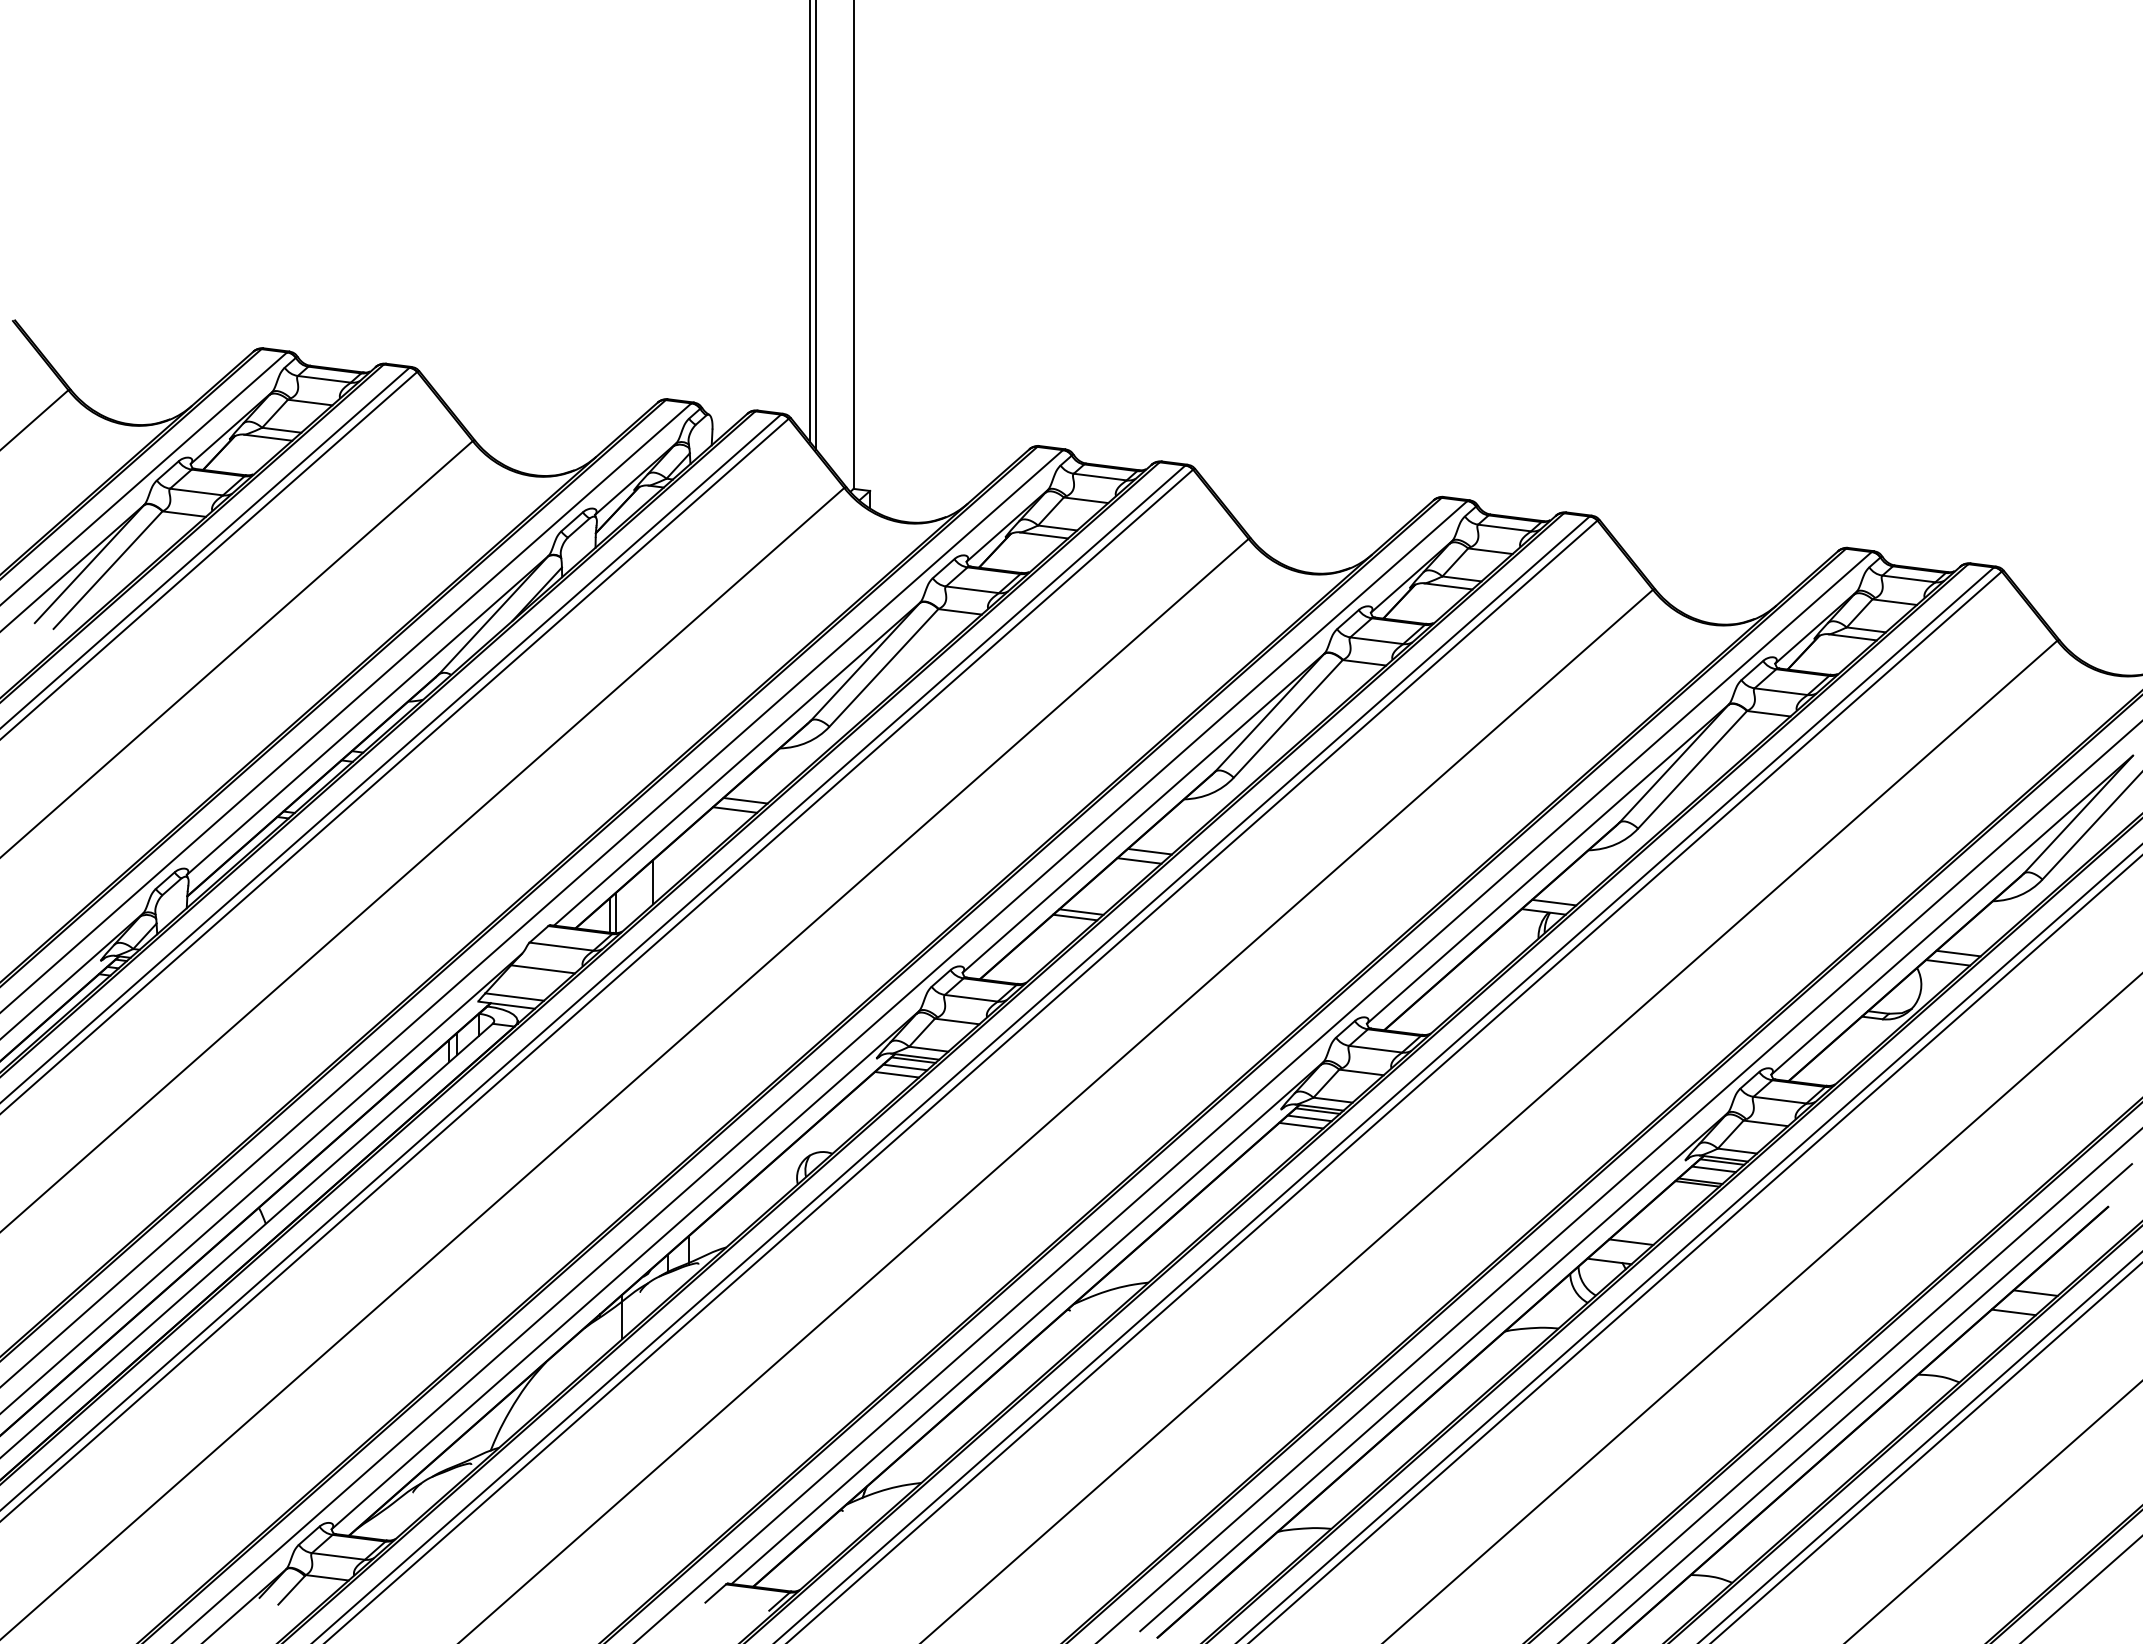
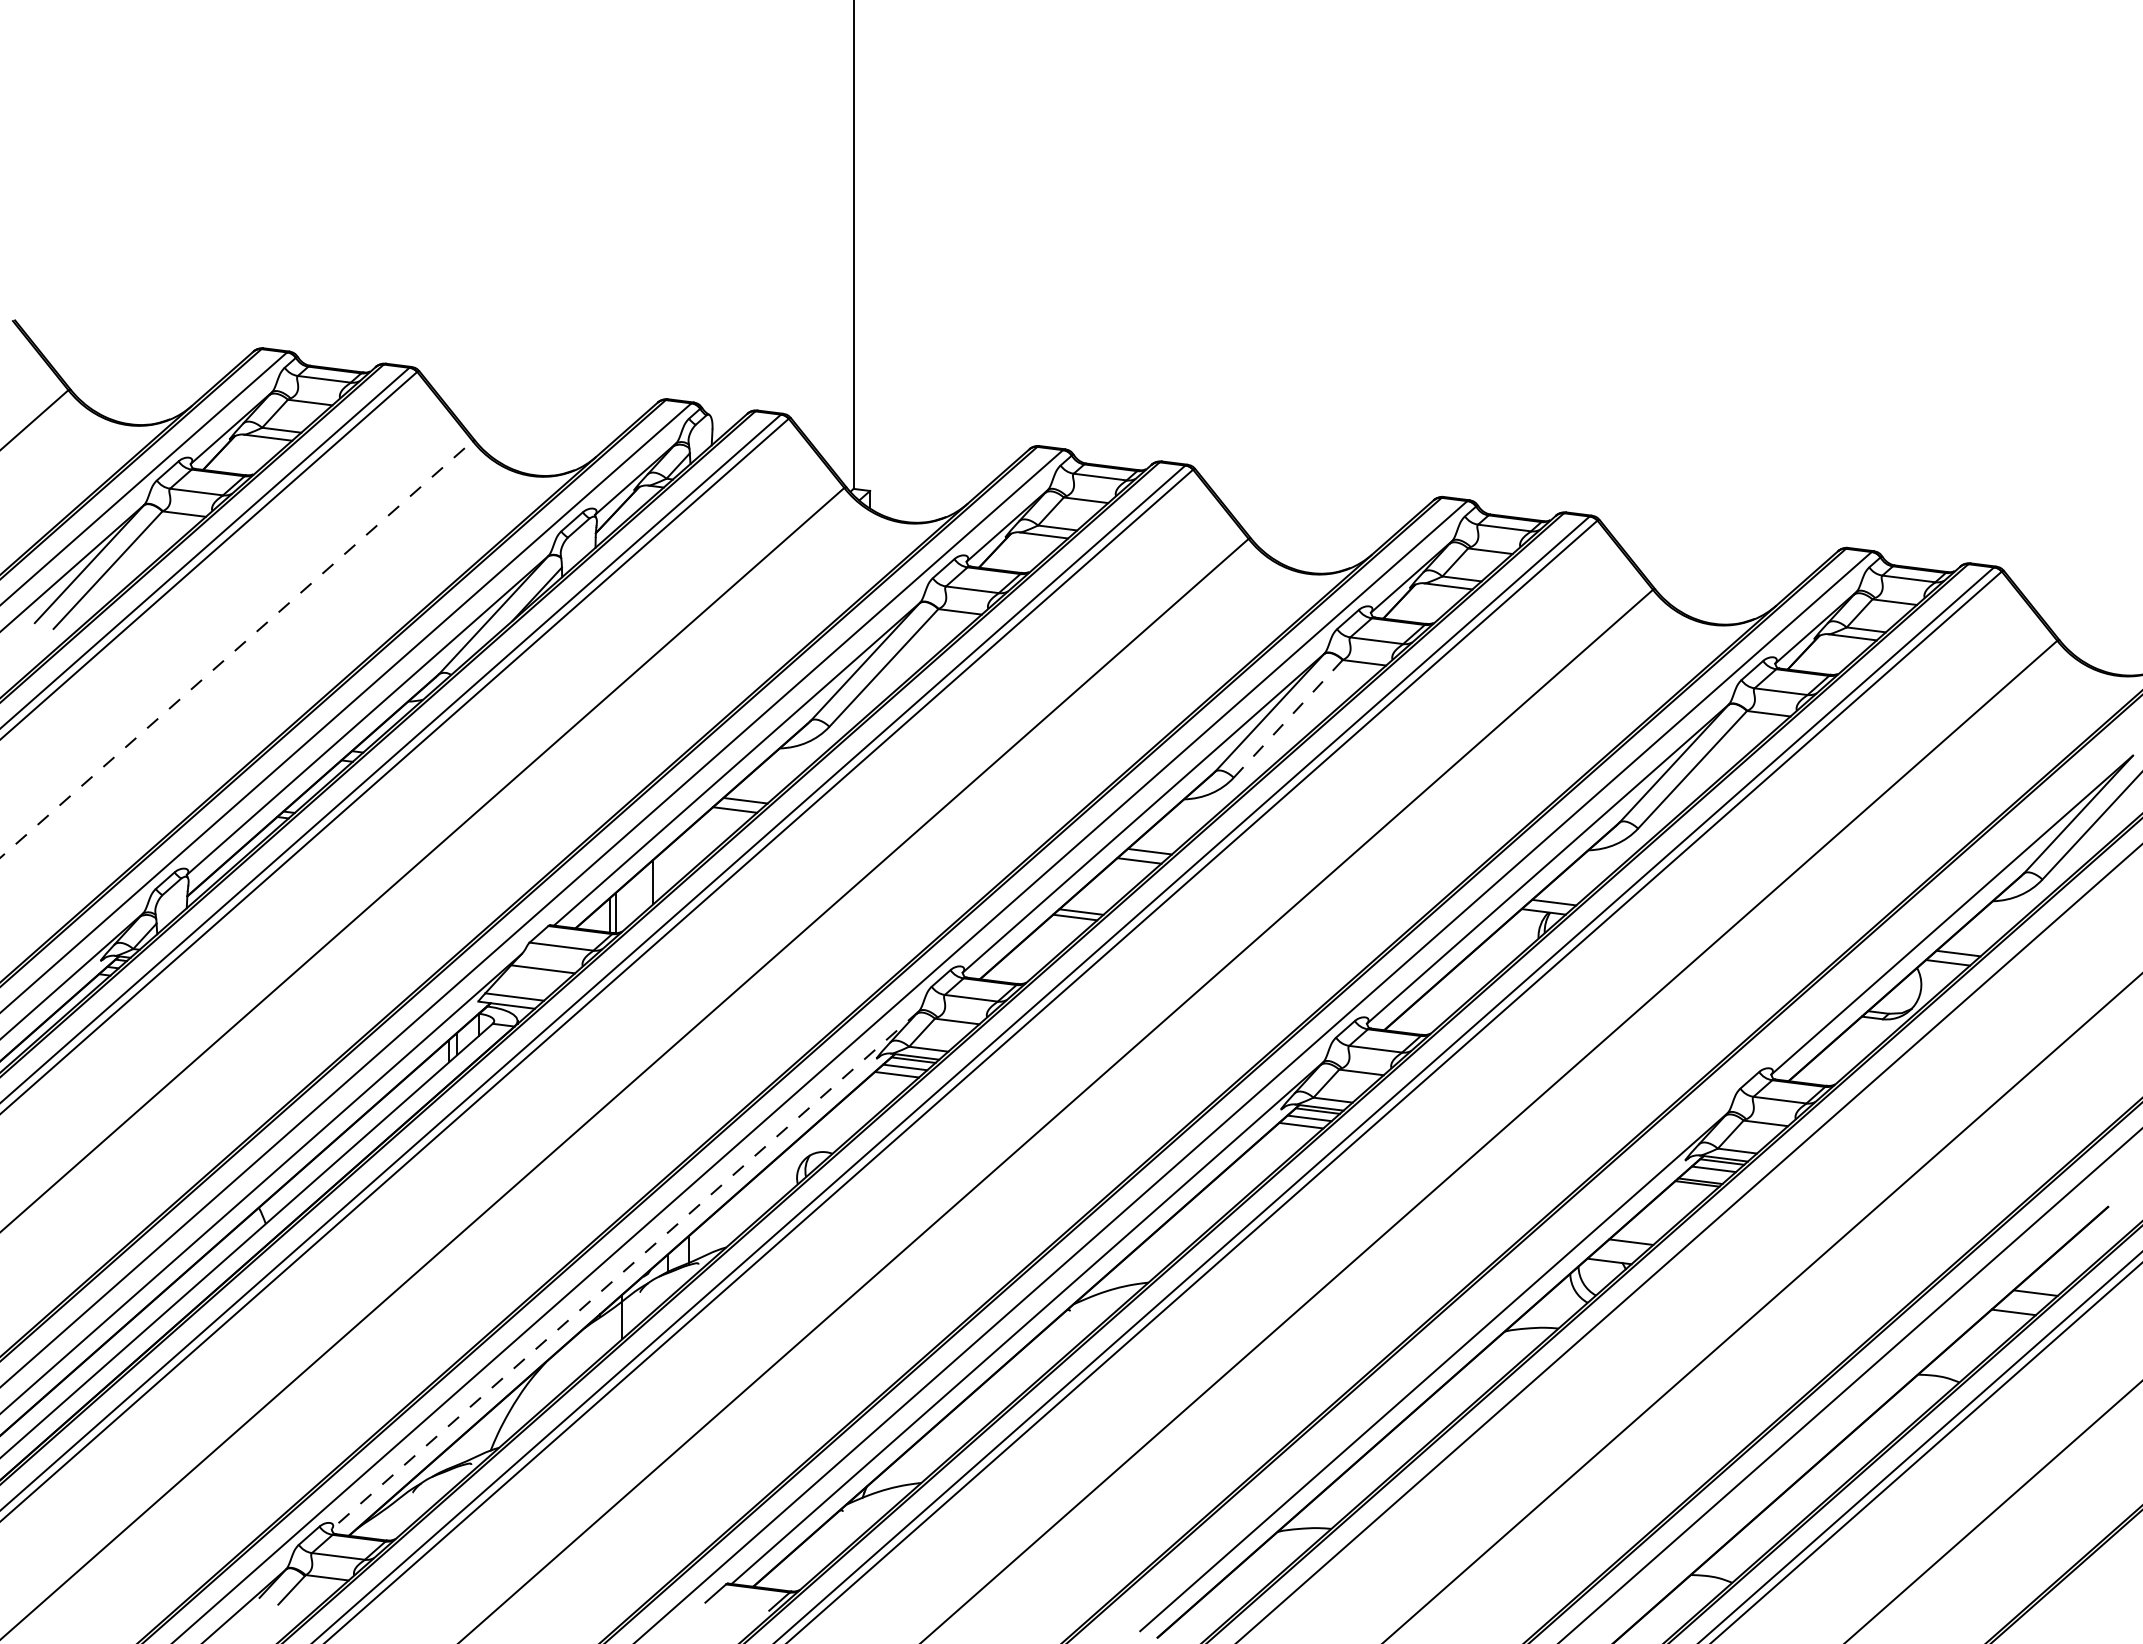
line at (809, 221): present -> none
line at (816, 225): present -> none
line at (236, 649): solid -> dashed
line at (1287, 719): solid -> dashed
line at (1619, 1181): present -> none
line at (1695, 1248): present -> none
line at (625, 1270): solid -> dashed
line at (1861, 1402): present -> none
line at (2081, 1589): present -> none
